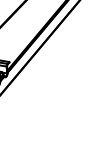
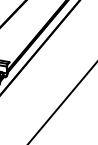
line at (62, 102): none -> present
